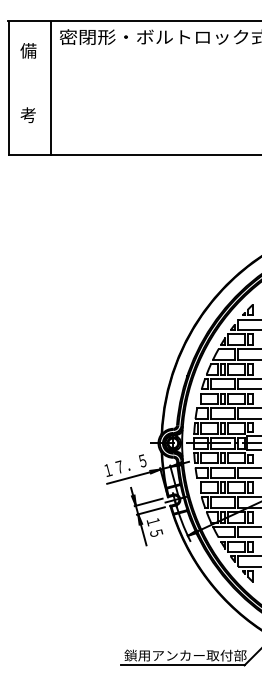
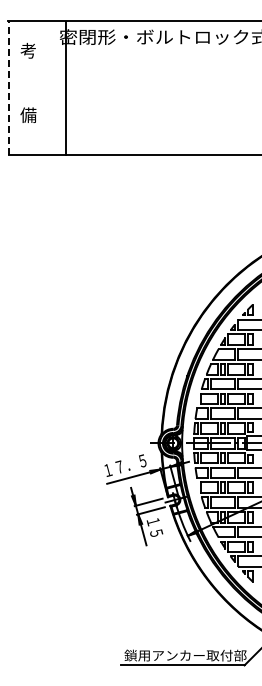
text at (28, 50): 備 -> 考
line at (9, 87): solid -> dashed
line at (50, 87) position: (50, 87) -> (65, 87)
text at (28, 115): 考 -> 備
